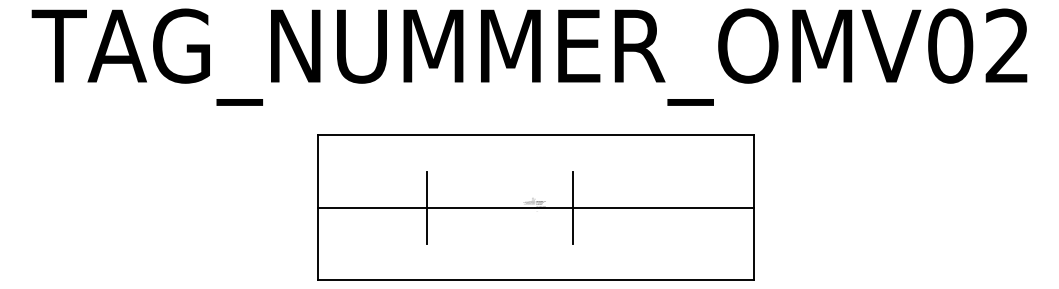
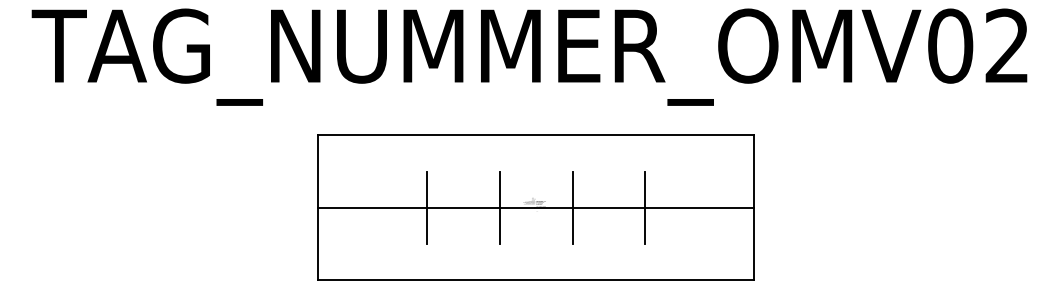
line at (499, 207): none -> present
line at (645, 207): none -> present
